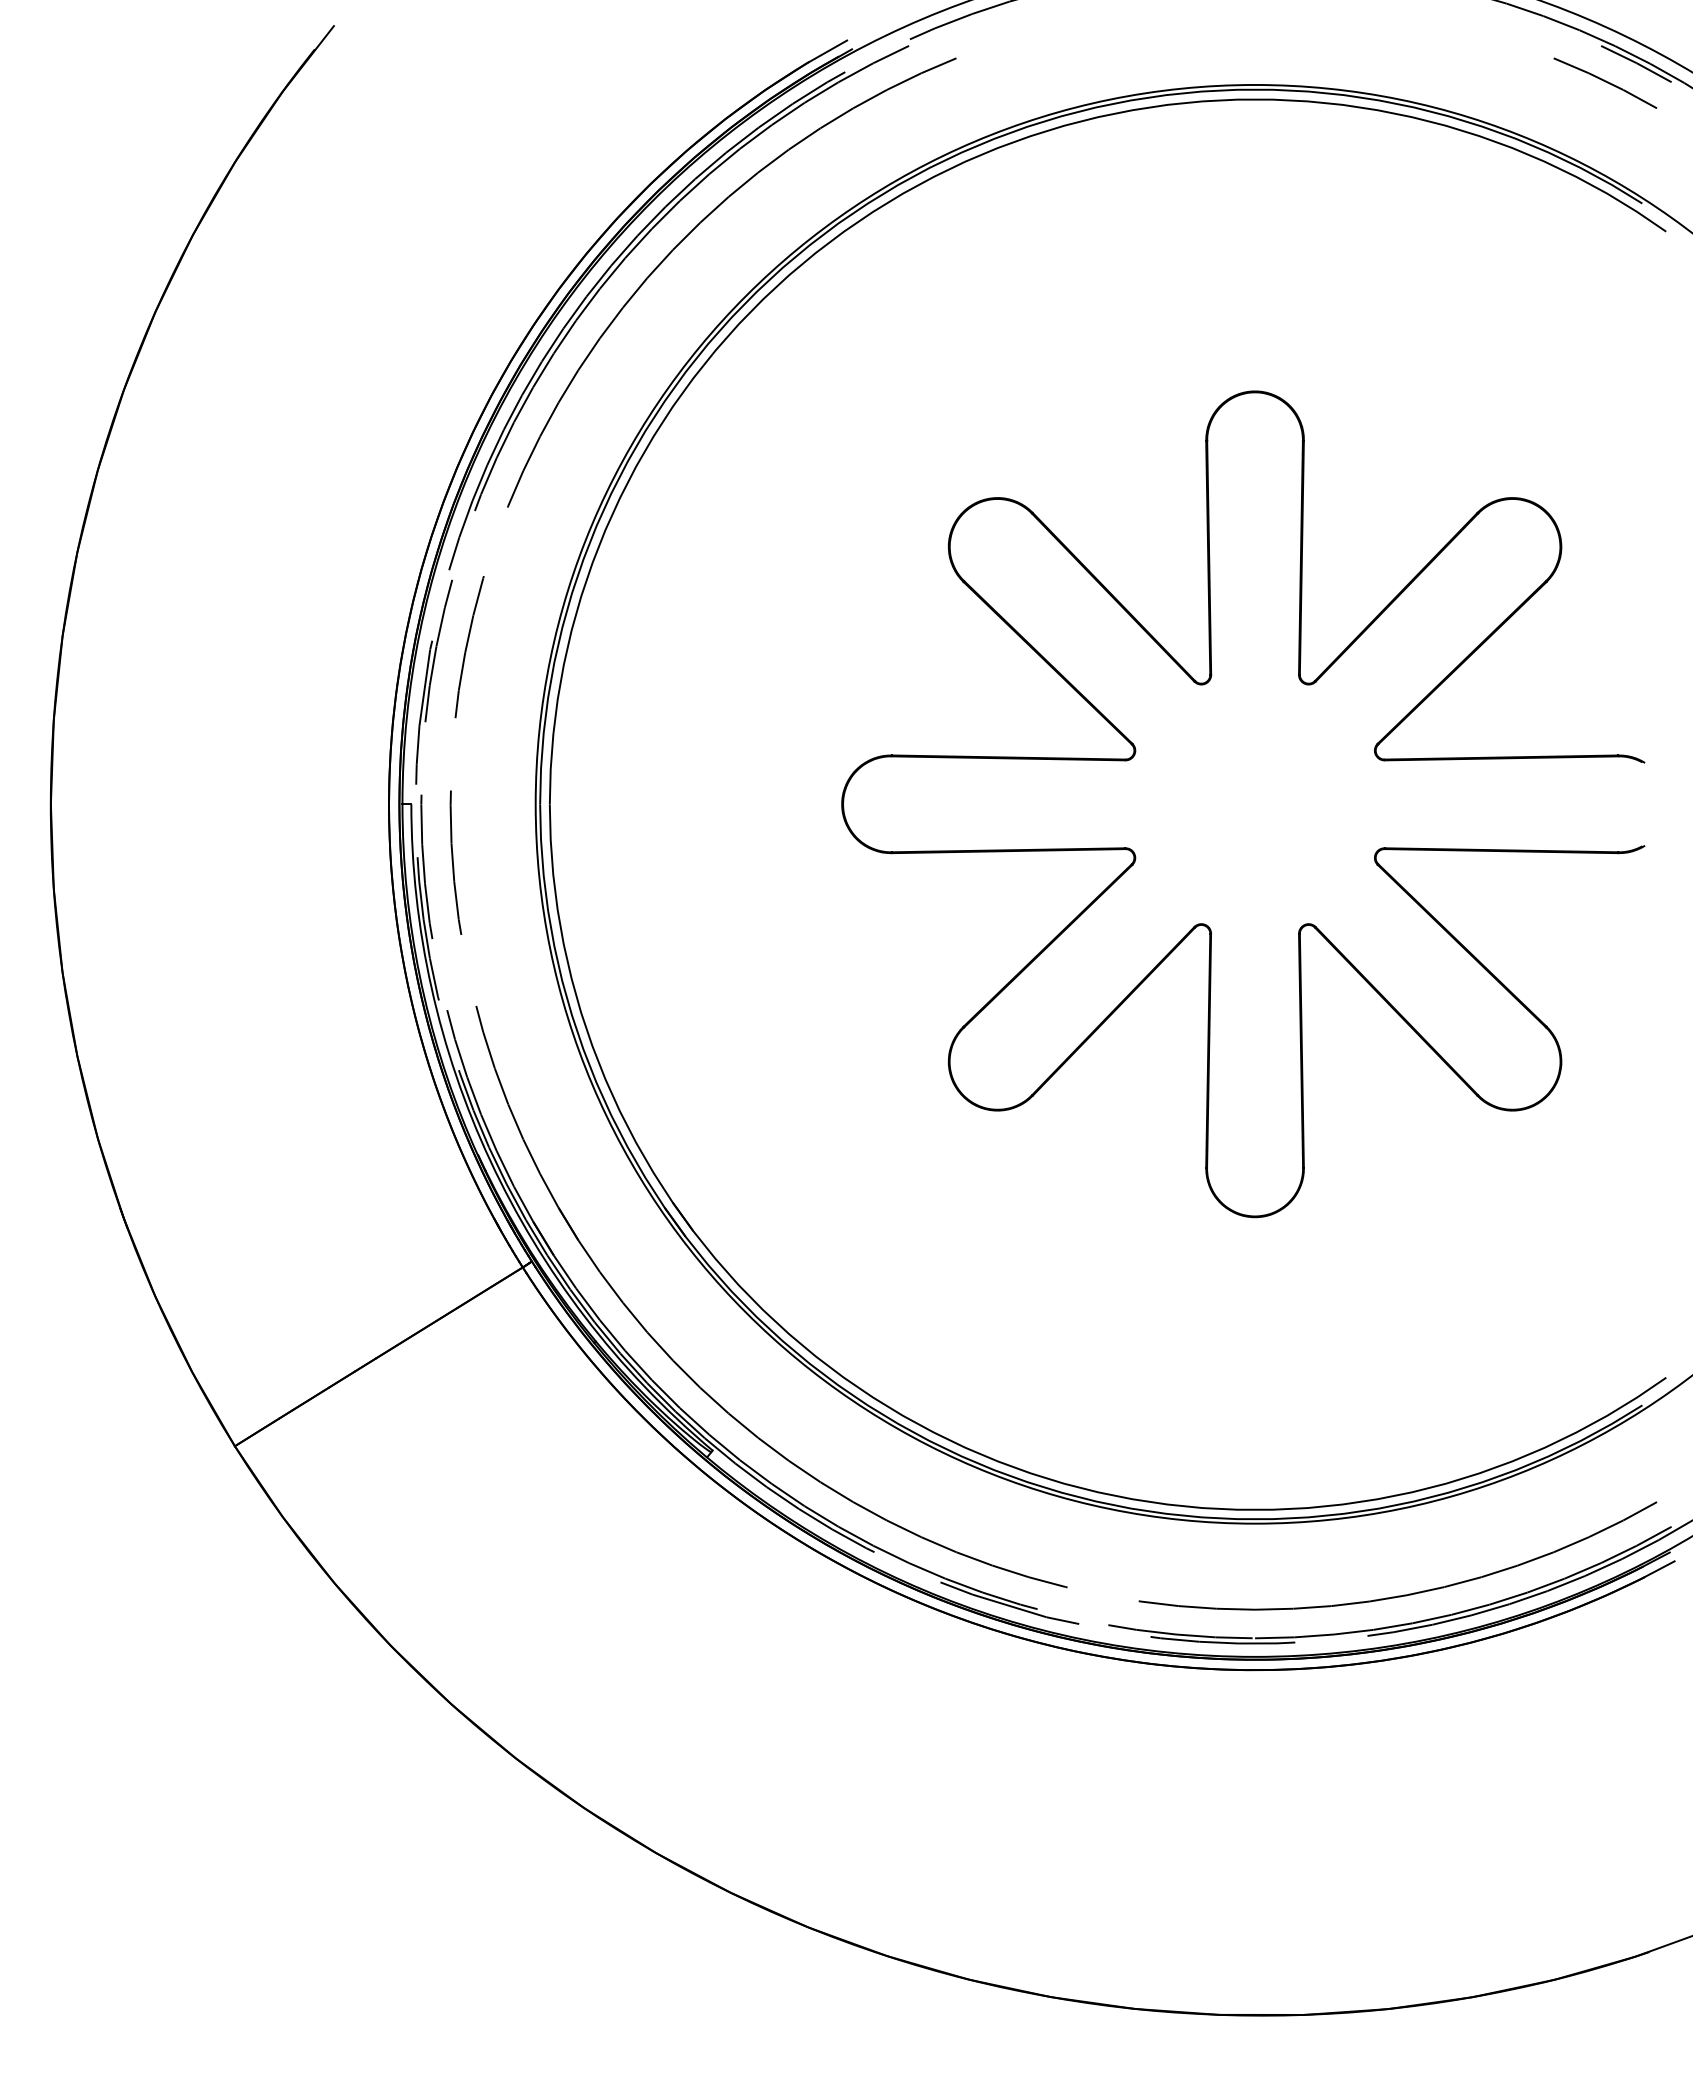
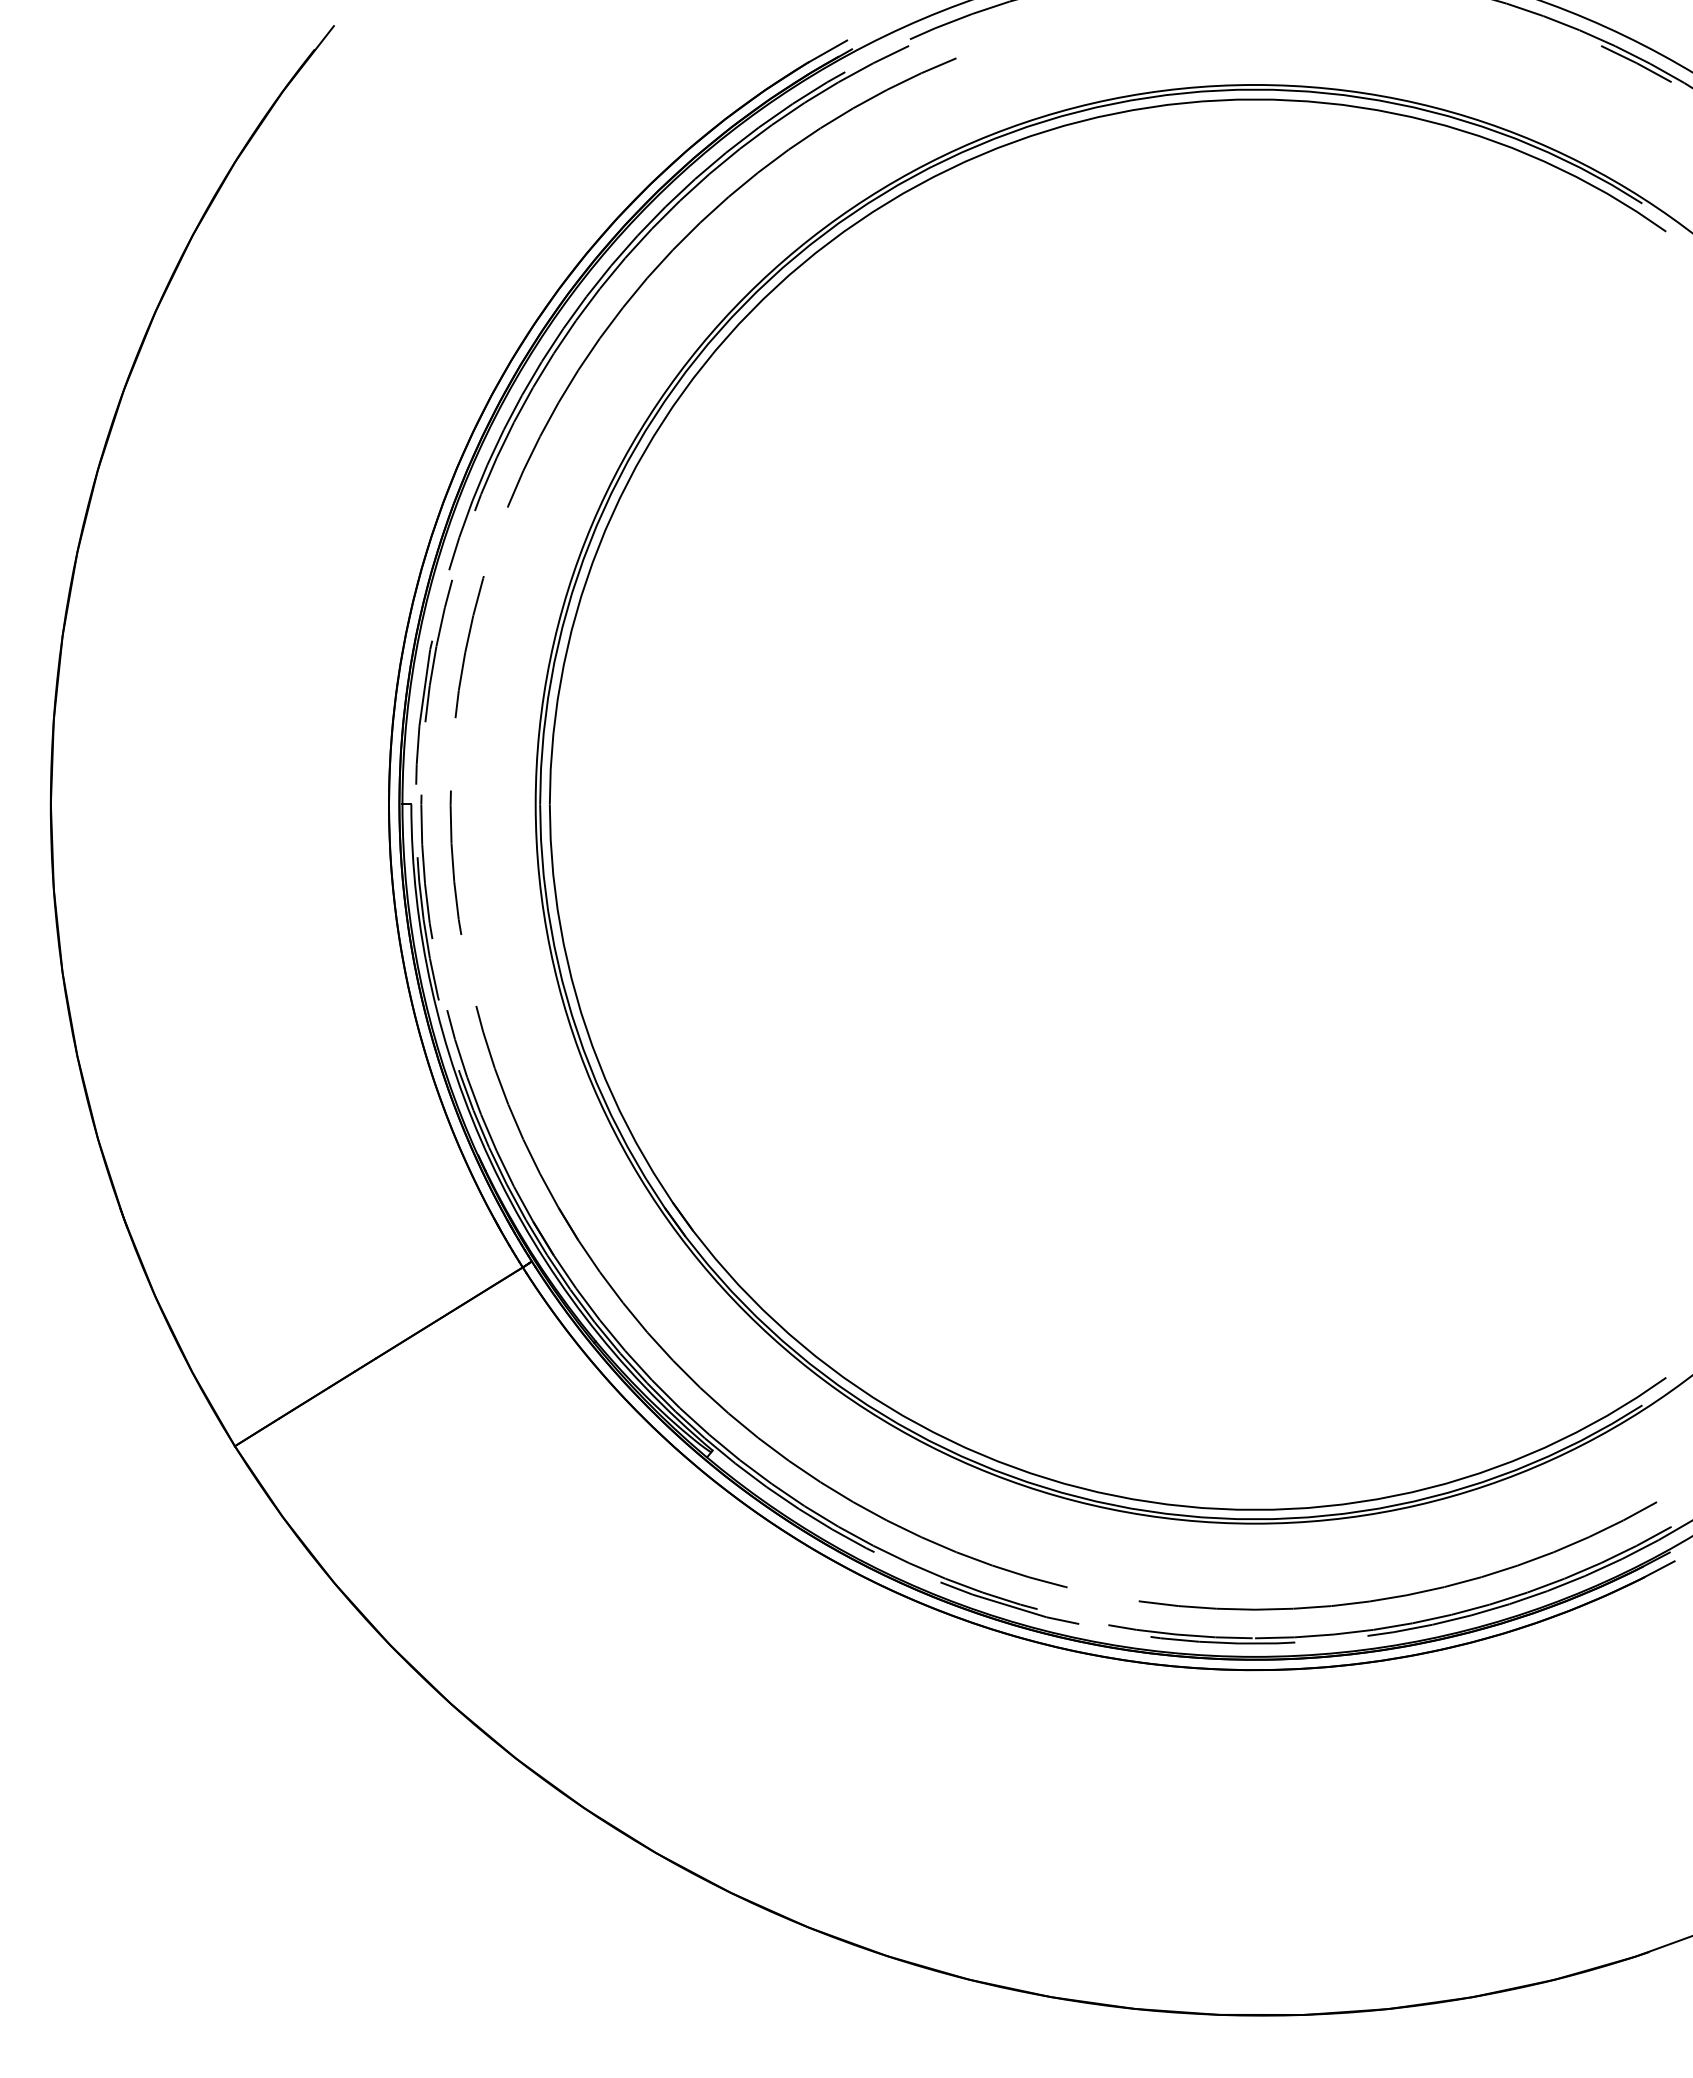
line at (1605, 82): present -> none
part at (1135, 755): present -> none
